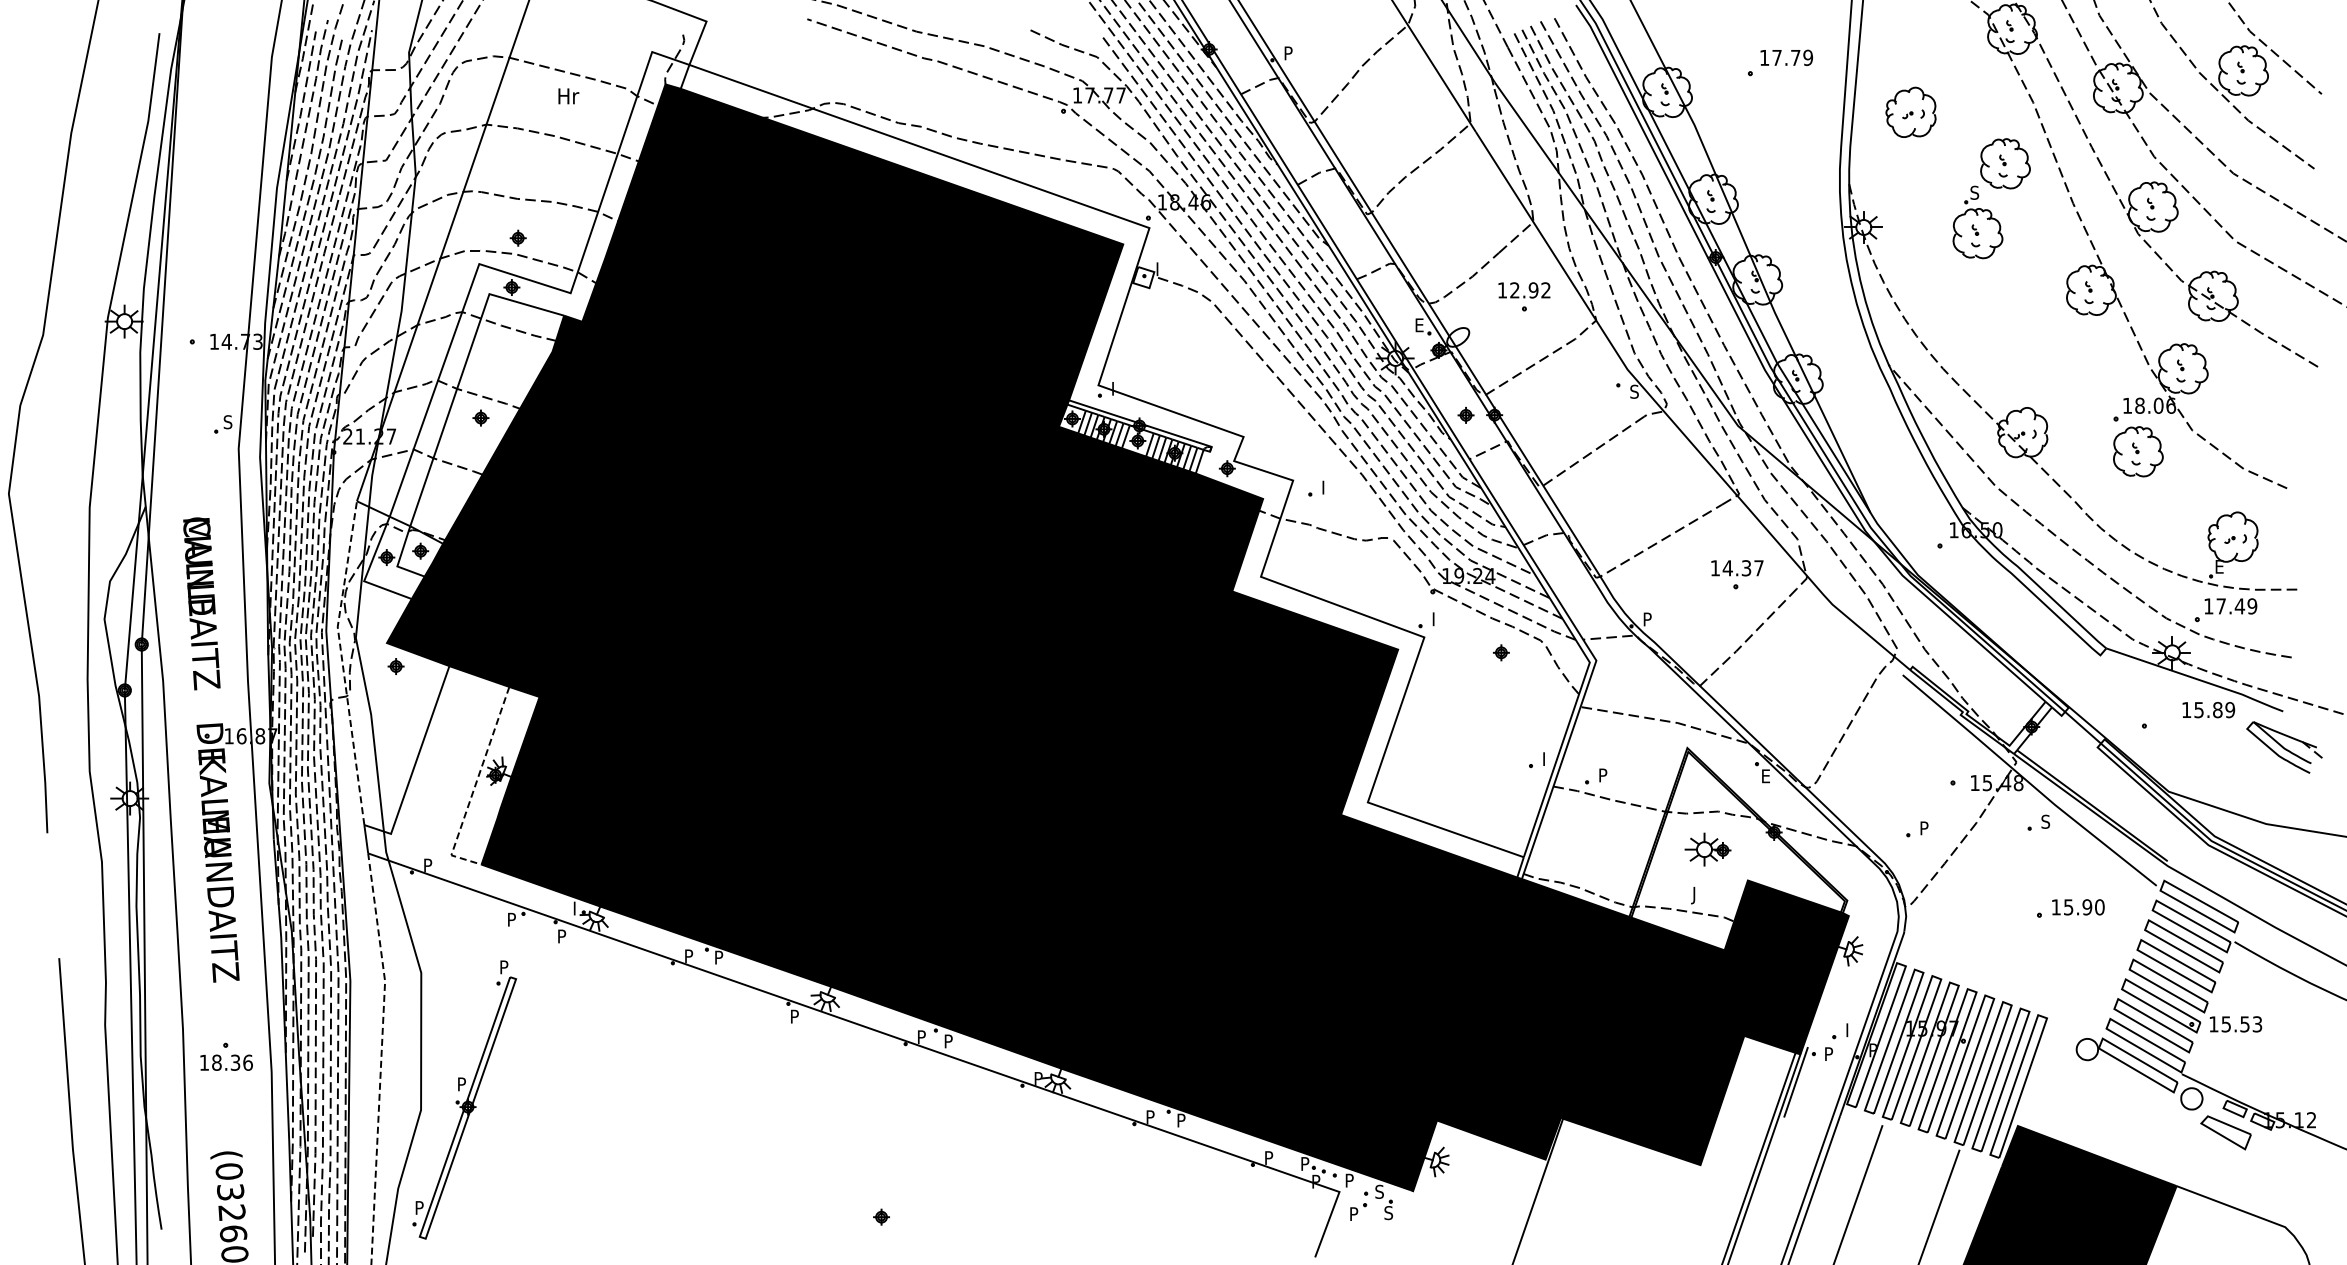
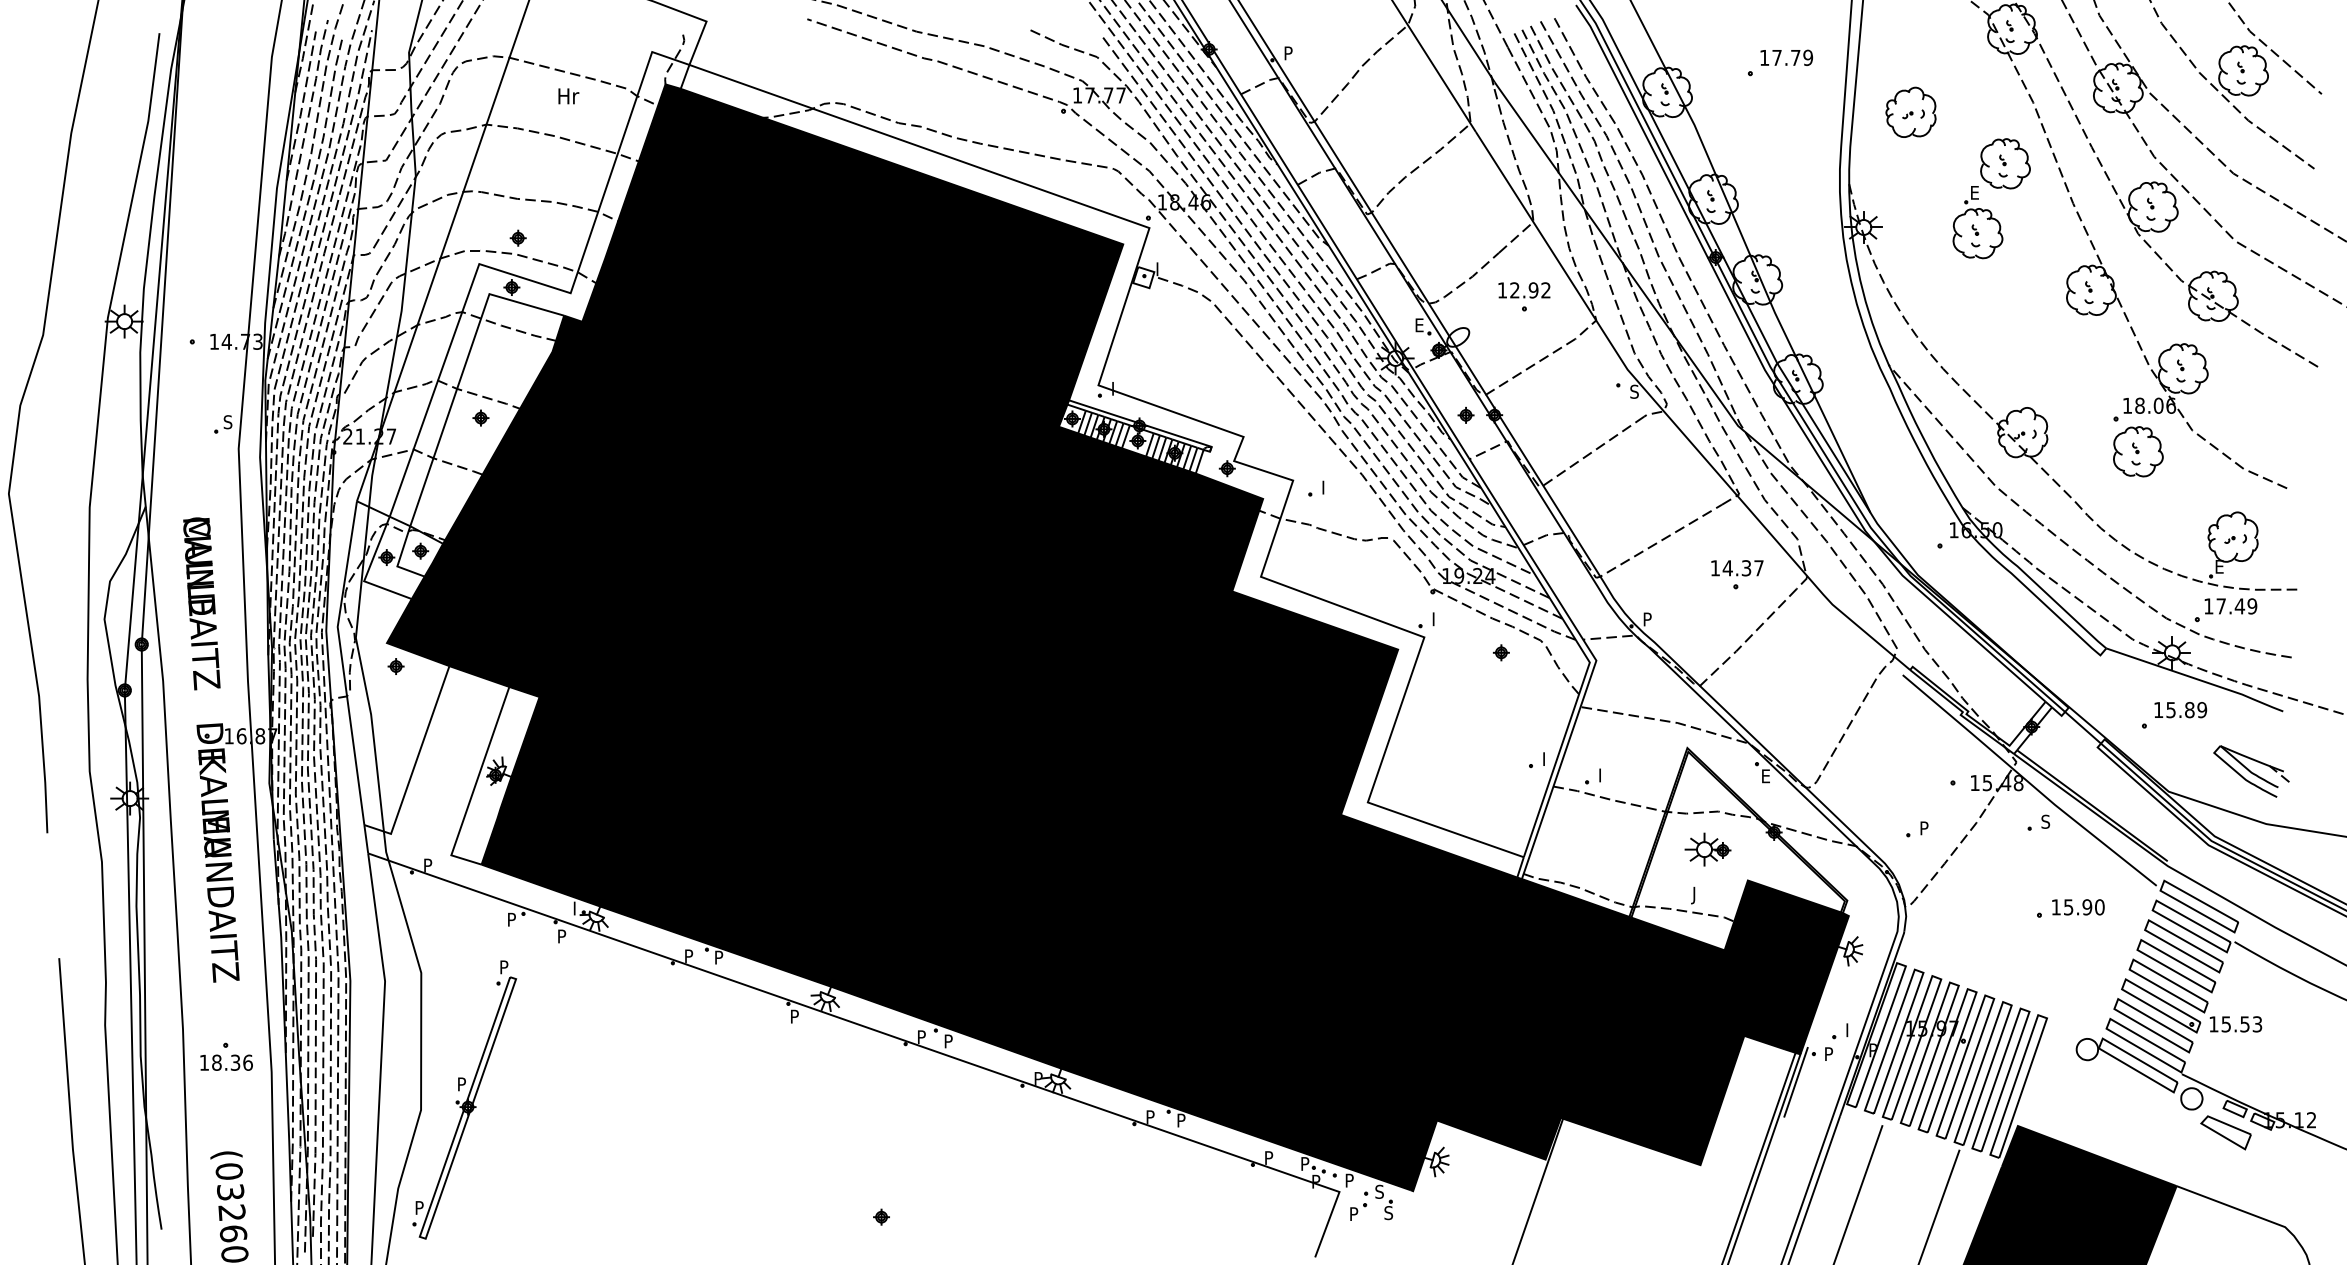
text at (1974, 192): S -> E
line at (342, 661): dashed -> solid
text at (2208, 710) position: (2208, 710) -> (2180, 710)
part at (2284, 747) position: (2284, 747) -> (2251, 771)
text at (1604, 772): P -> I
line at (475, 786): dashed -> solid
line at (381, 1057): dashed -> solid
